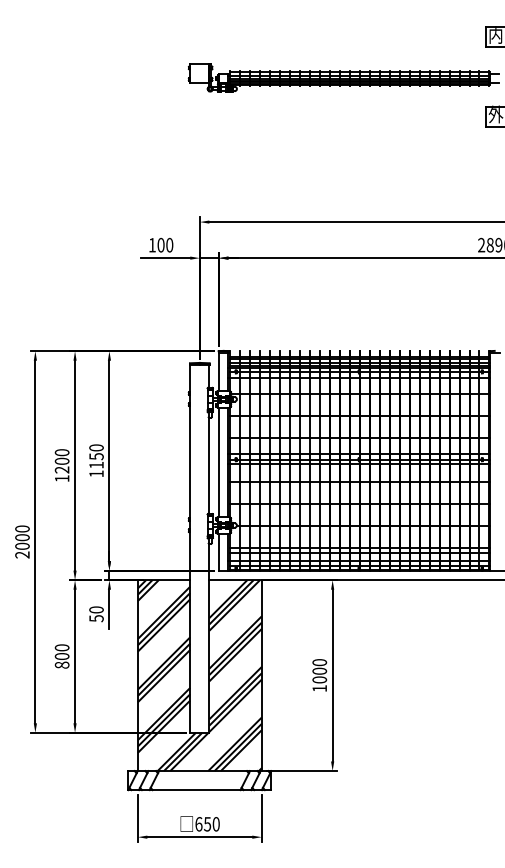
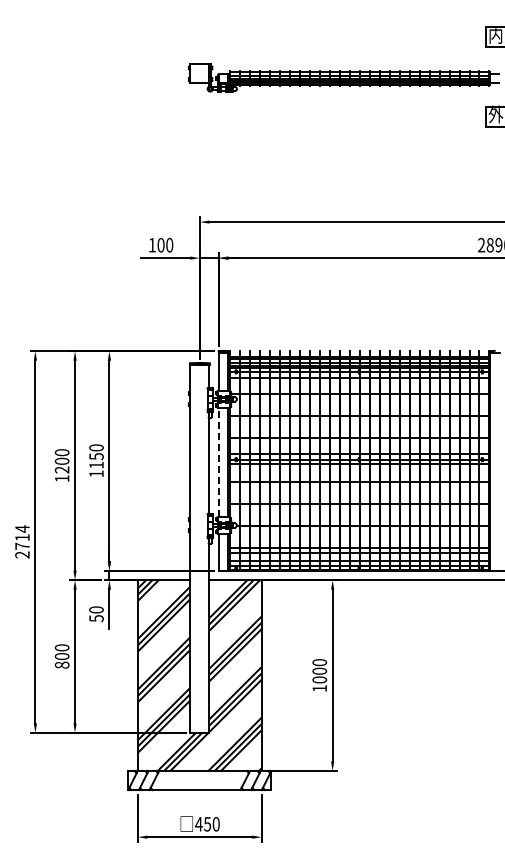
line at (218, 461): solid -> dashed
text at (22, 537): 2000 -> 2714
text at (198, 824): 650 -> 450
